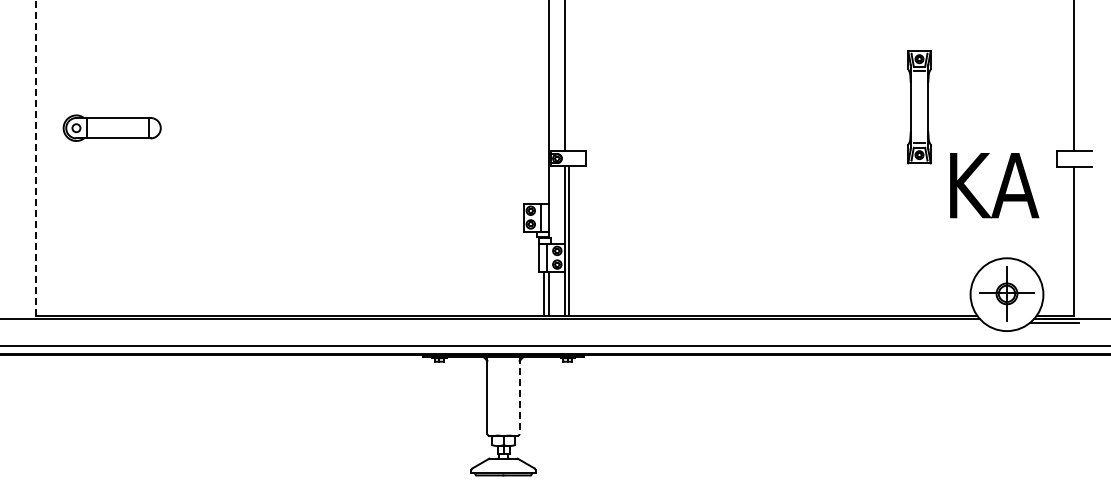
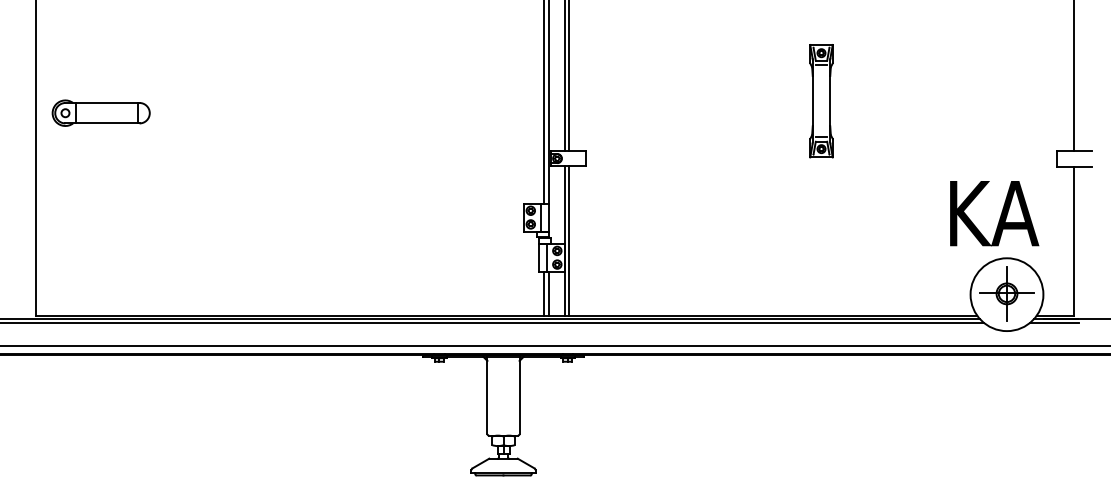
line at (568, 76): none -> present
line at (544, 102): none -> present
part at (919, 107) position: (919, 107) -> (821, 101)
part at (111, 127) position: (111, 127) -> (100, 112)
line at (35, 157): dashed -> solid
text at (994, 185) position: (994, 185) -> (994, 213)
line at (493, 323): none -> present
line at (519, 395): dashed -> solid
